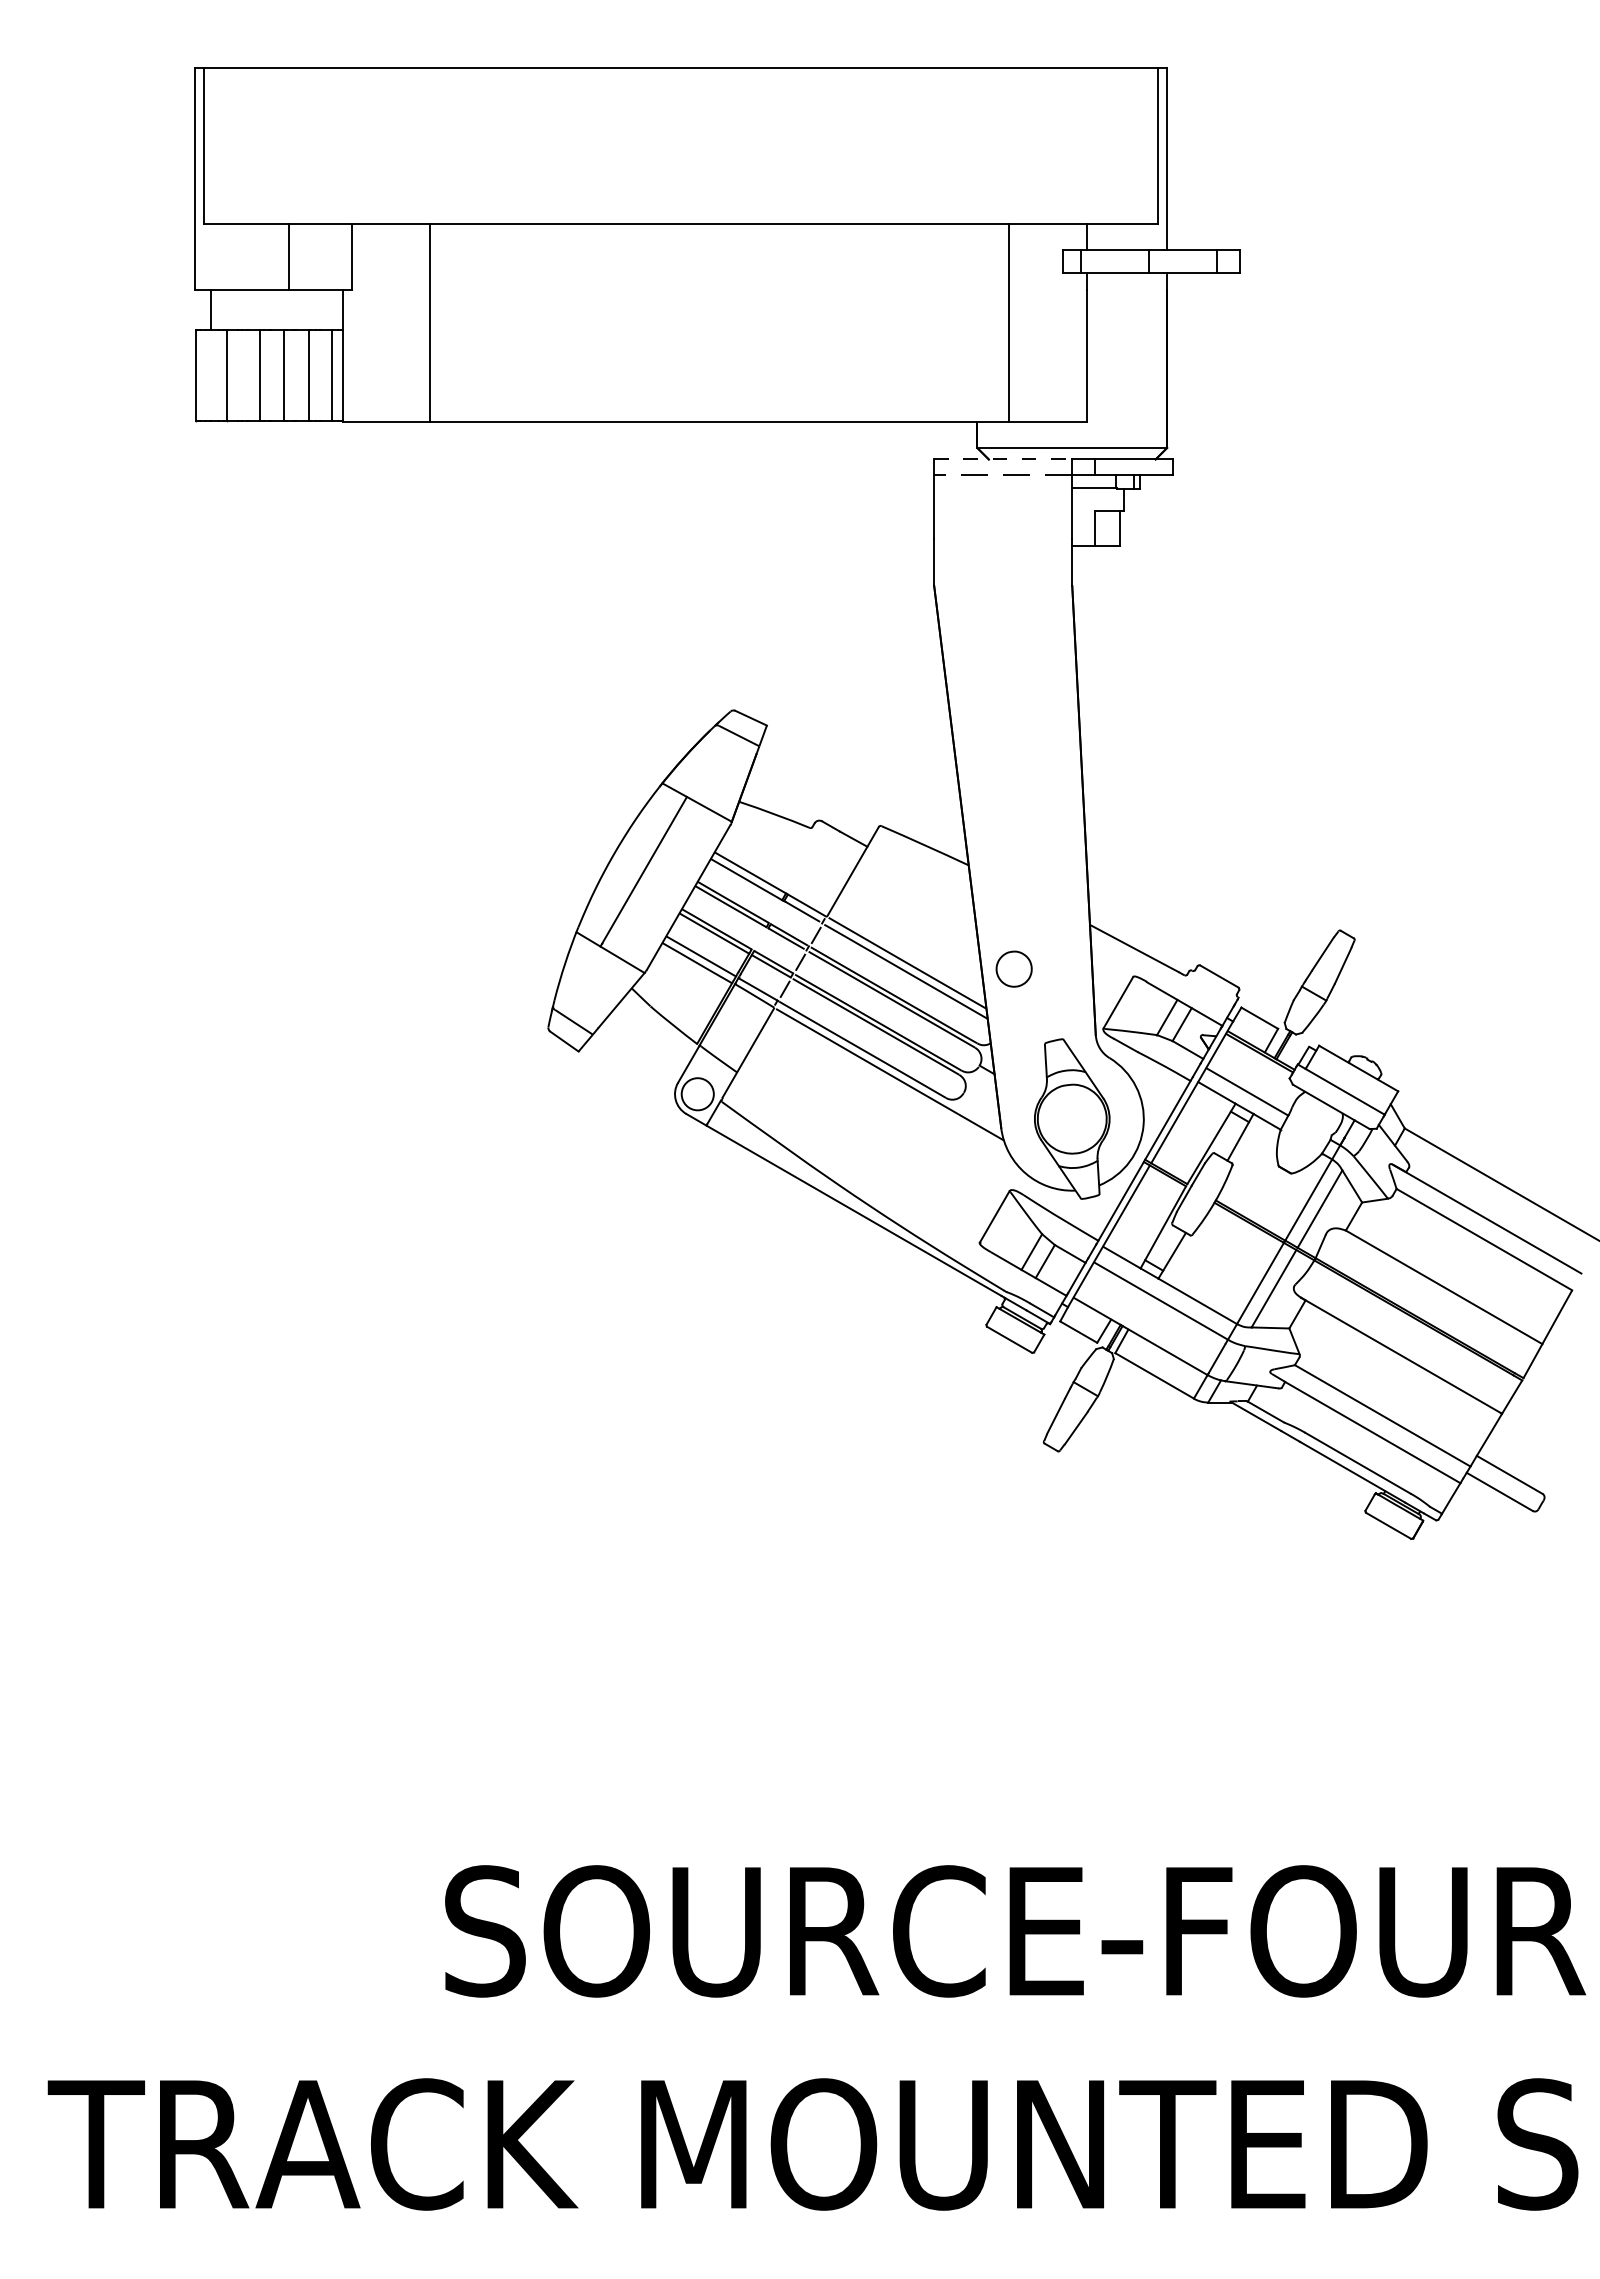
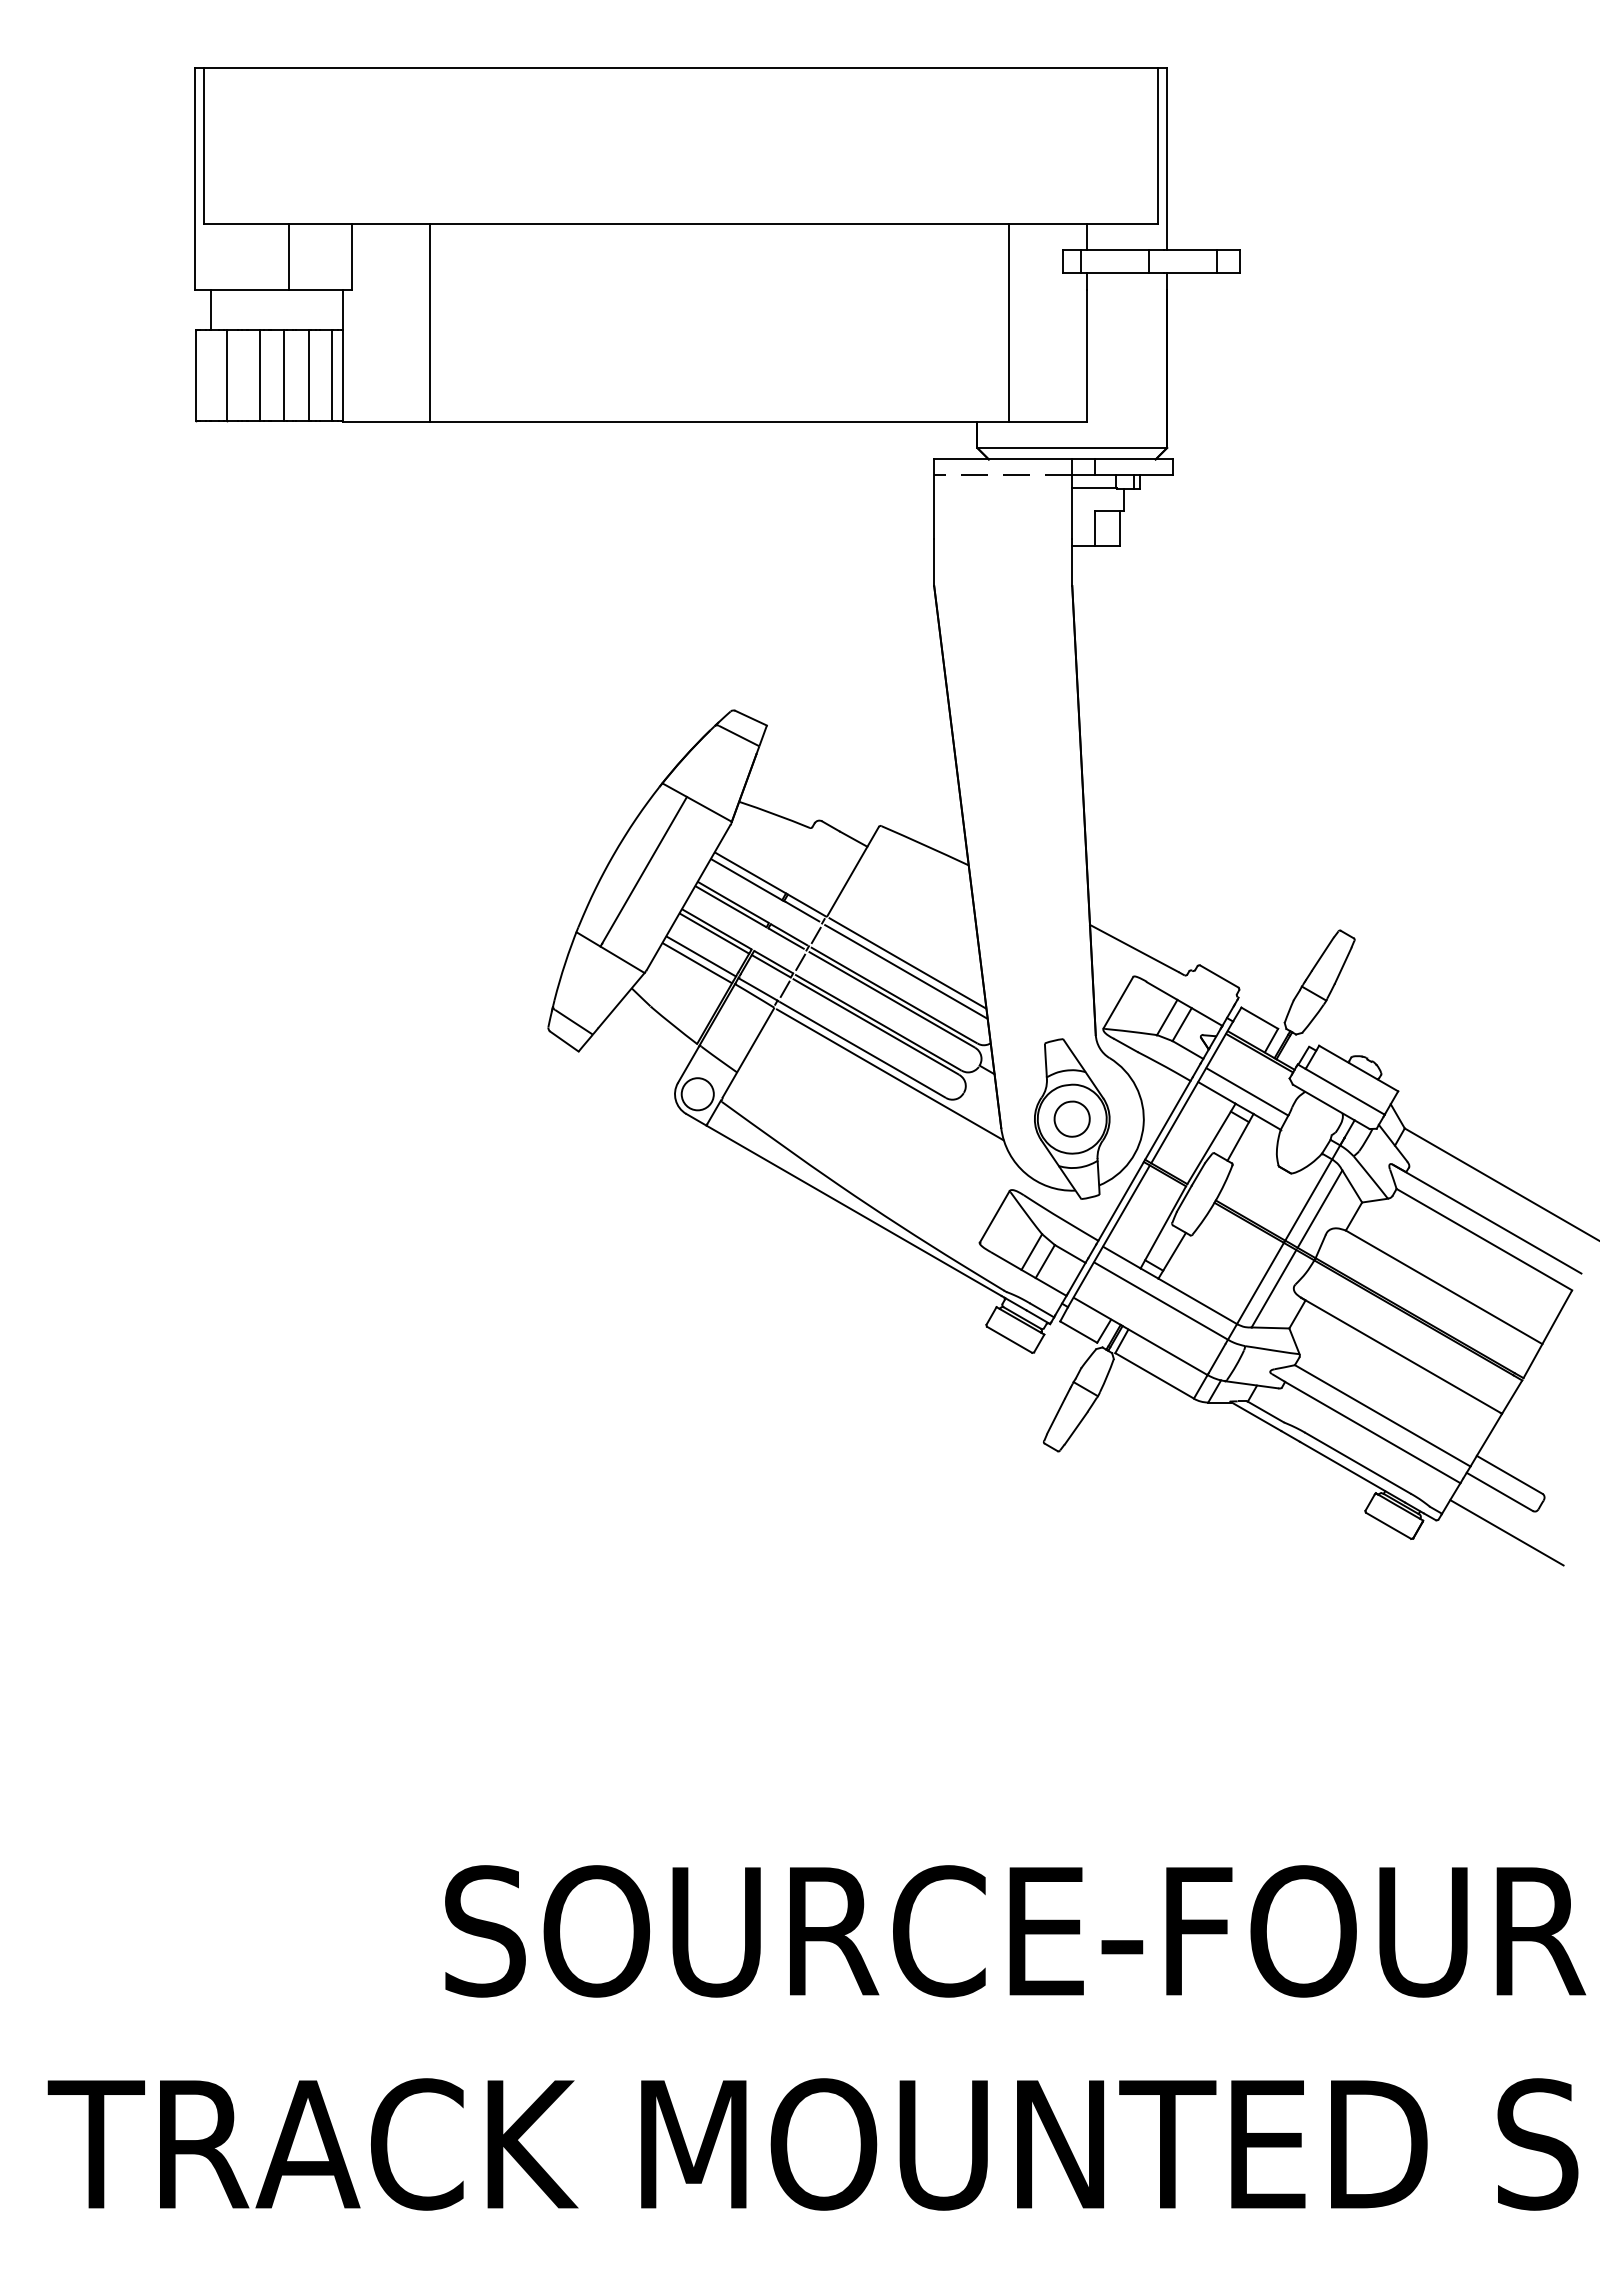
line at (1003, 459): dashed -> solid
part at (1013, 968) position: (1013, 968) -> (1071, 1118)
line at (1506, 1532): none -> present
